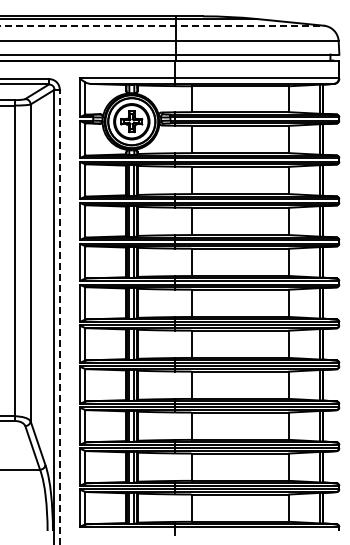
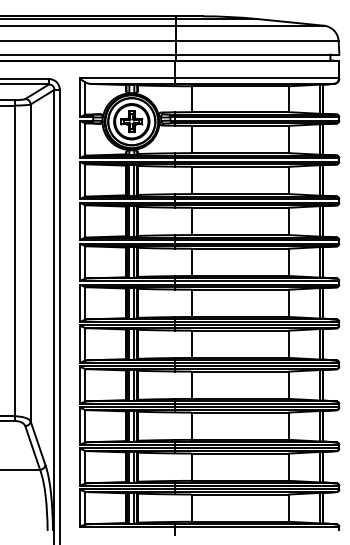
line at (161, 25): dashed -> solid
line at (59, 316): dashed -> solid
